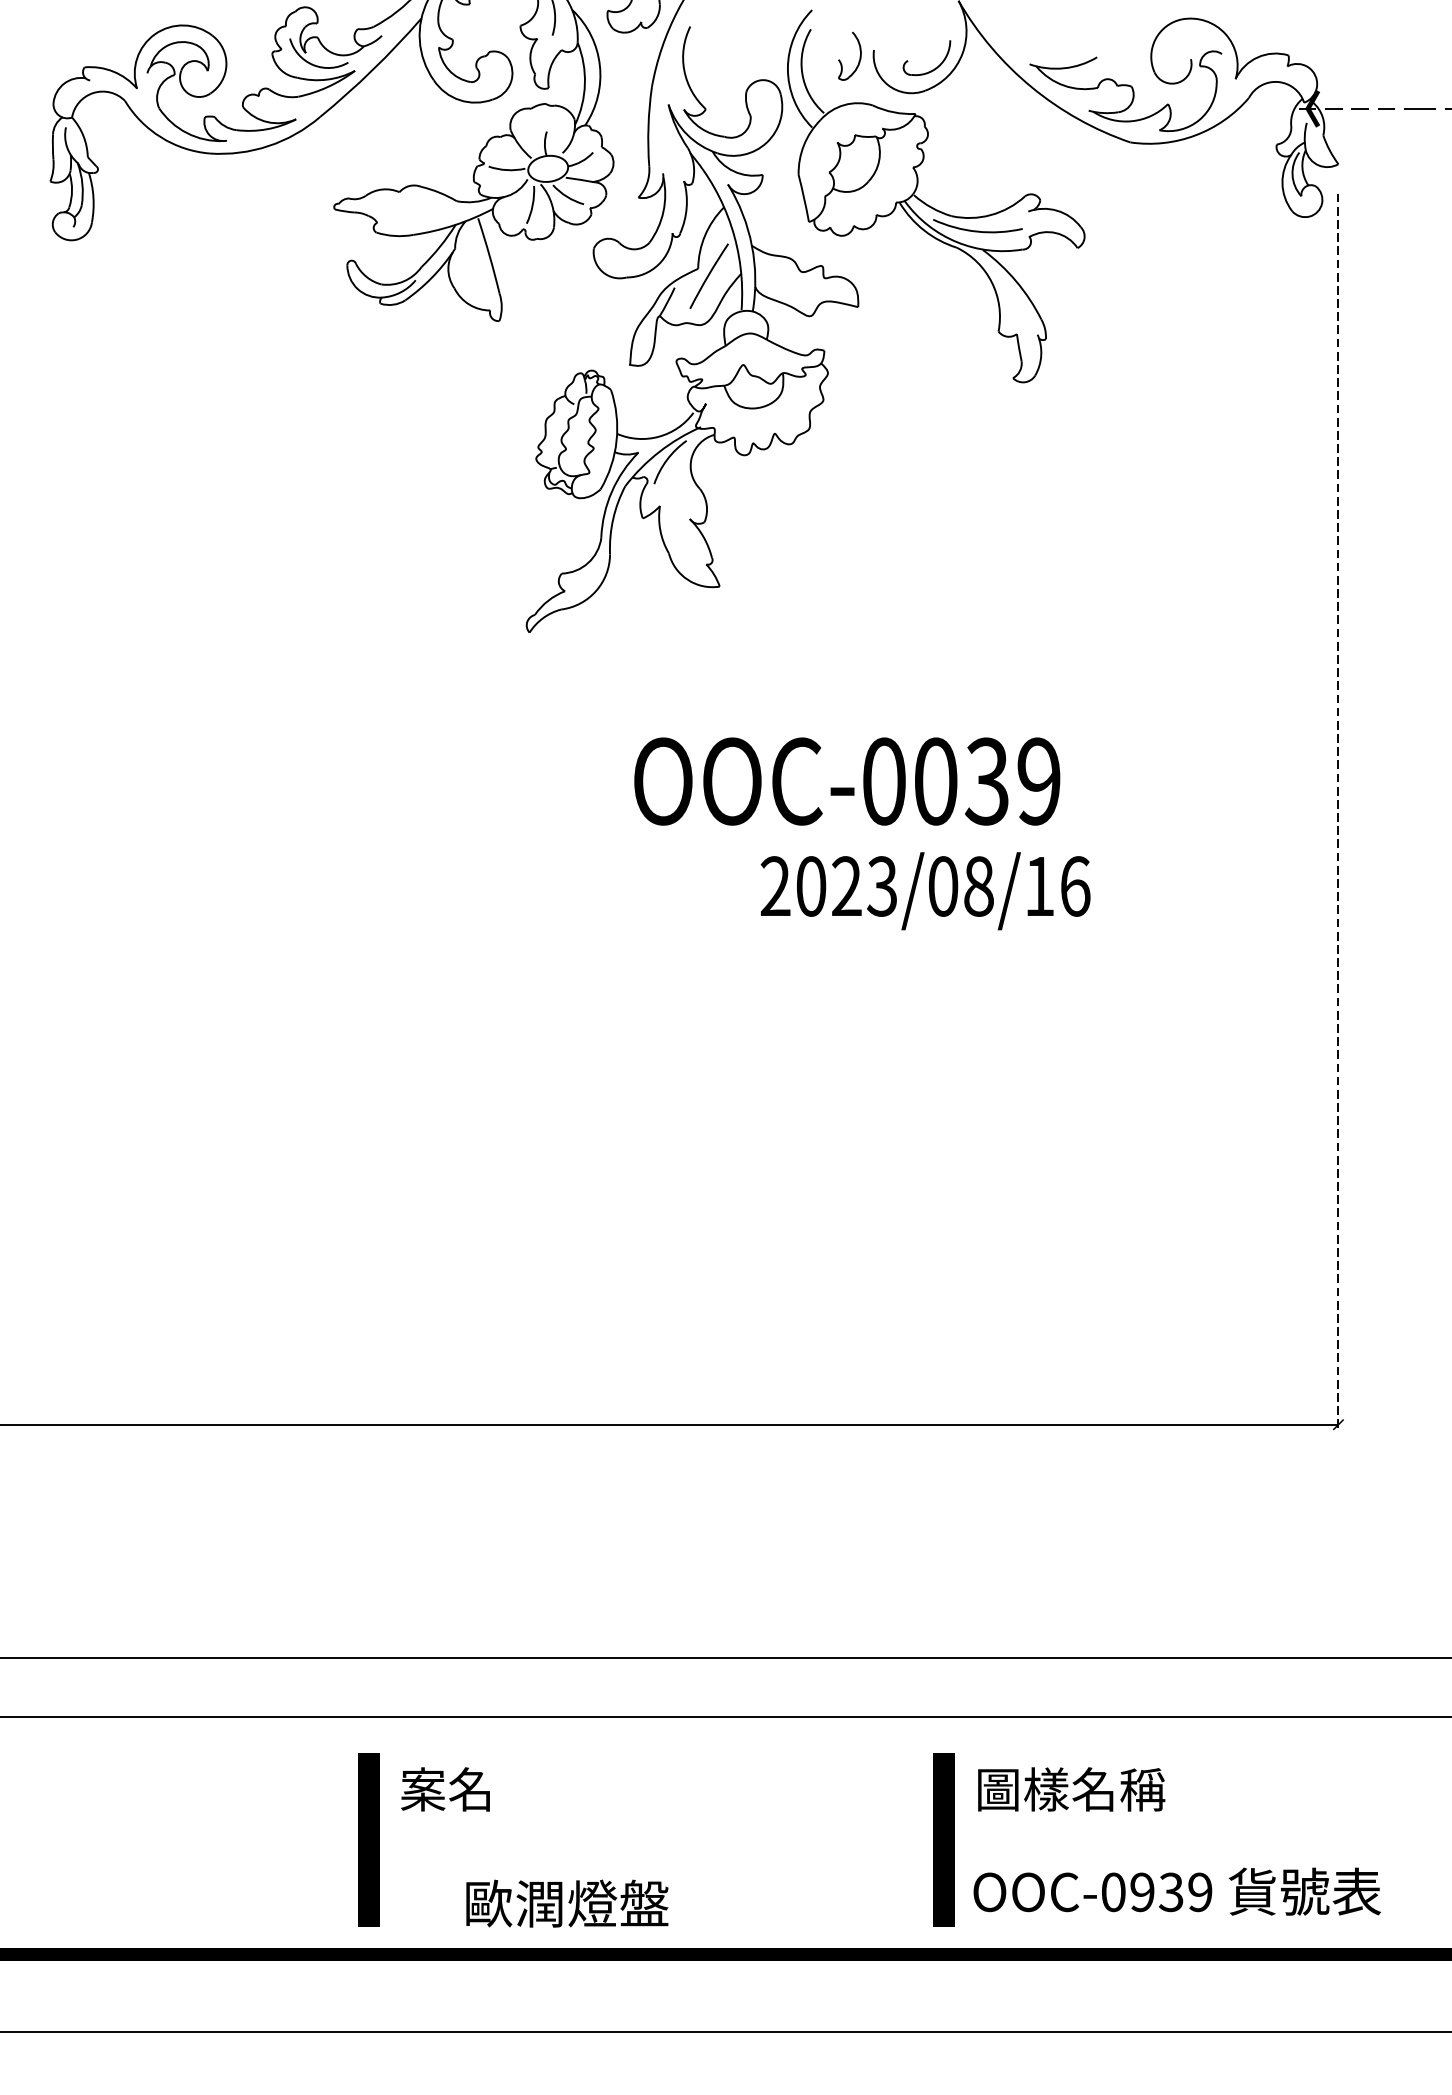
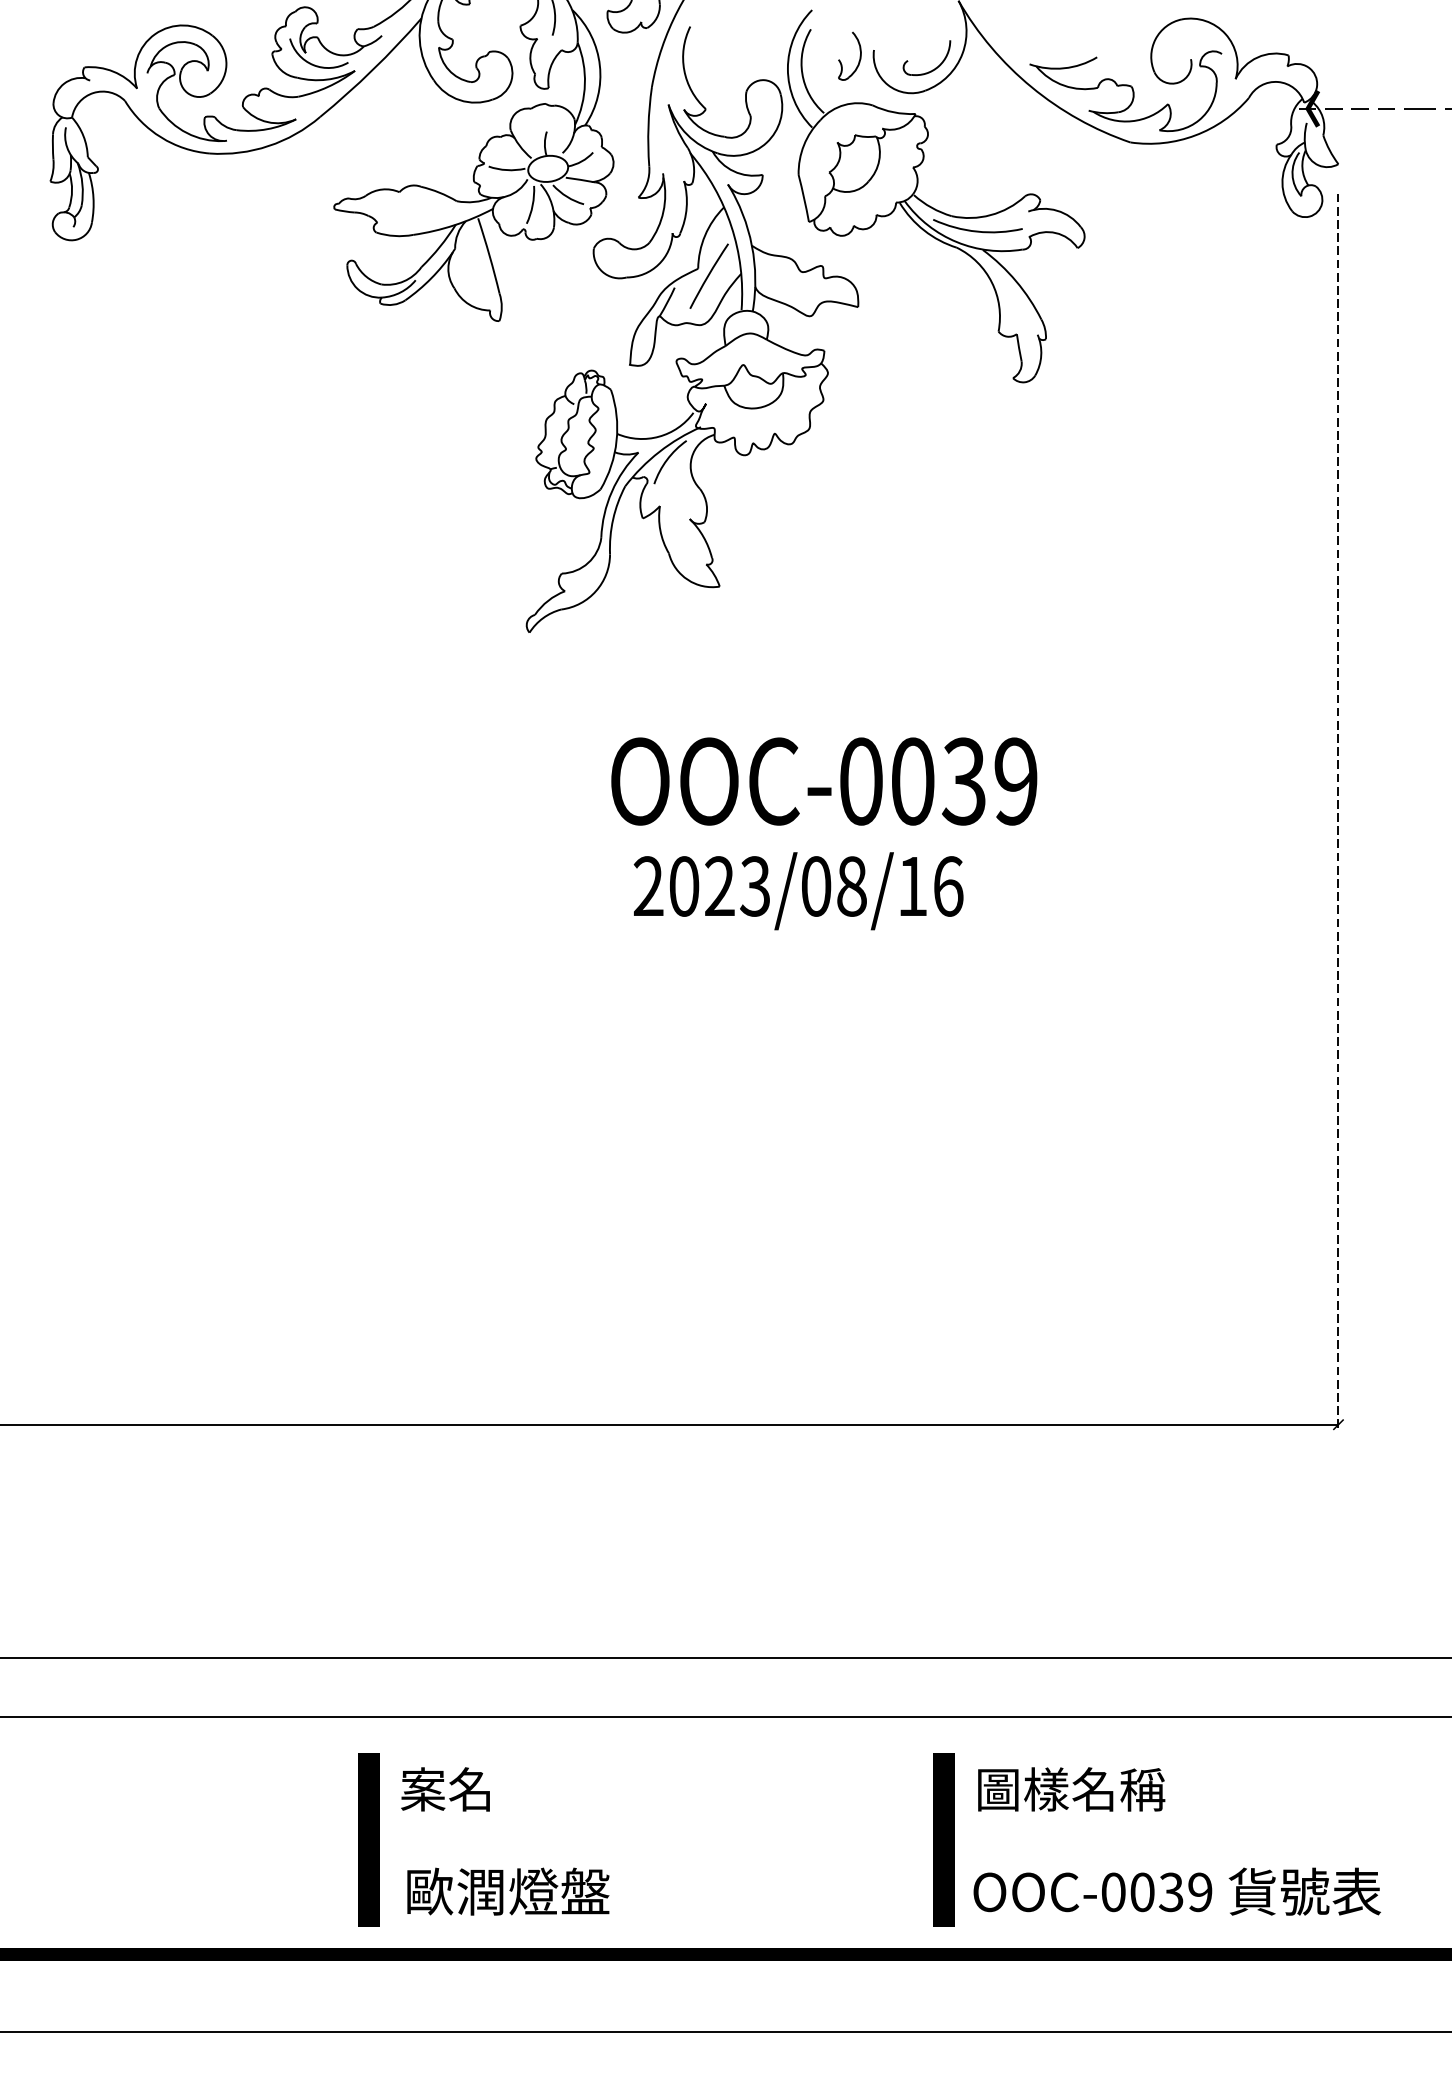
text at (847, 781) position: (847, 781) -> (824, 781)
text at (925, 891) position: (925, 891) -> (798, 891)
text at (1142, 1892): OOC-0939 -> OOC-0039
text at (567, 1903) position: (567, 1903) -> (508, 1891)
